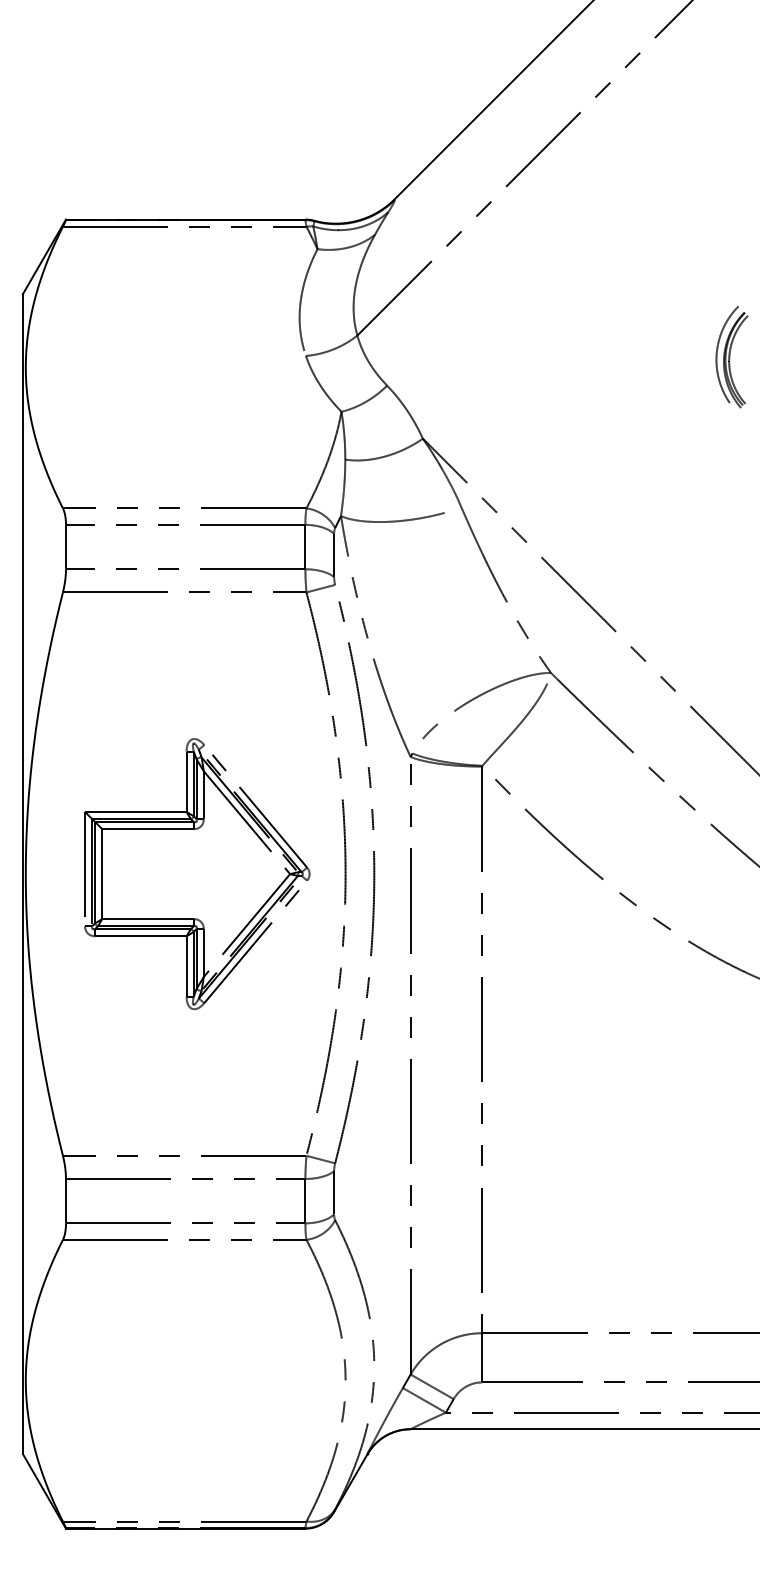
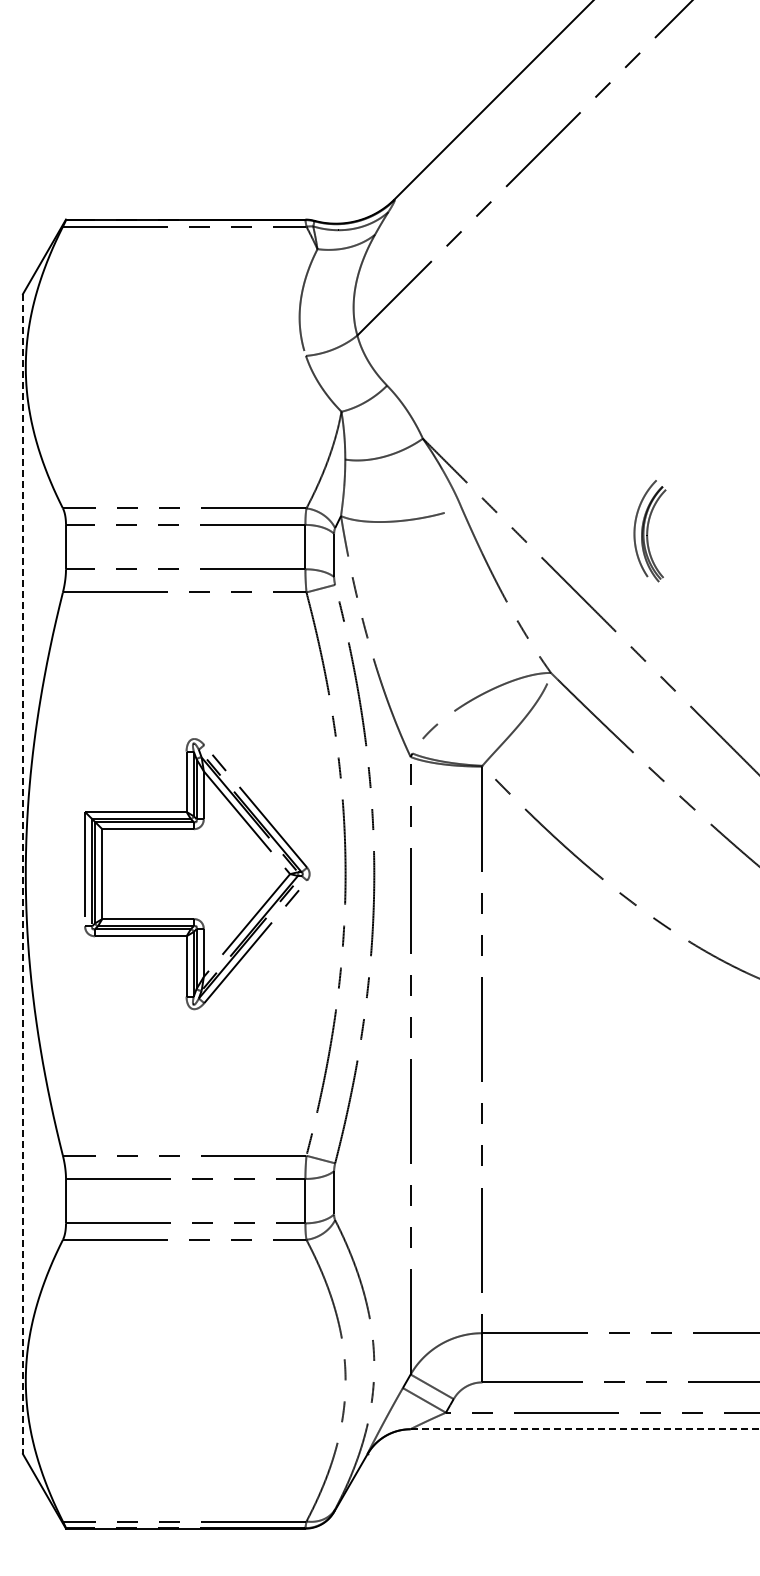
part at (731, 357) position: (731, 357) -> (649, 531)
line at (22, 874): solid -> dashed
line at (585, 1429): solid -> dashed
